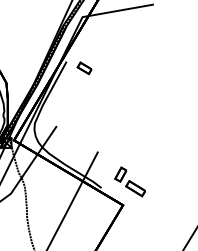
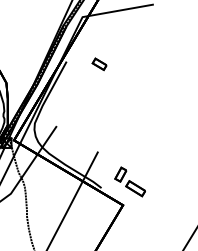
part at (84, 68) position: (84, 68) -> (99, 64)
